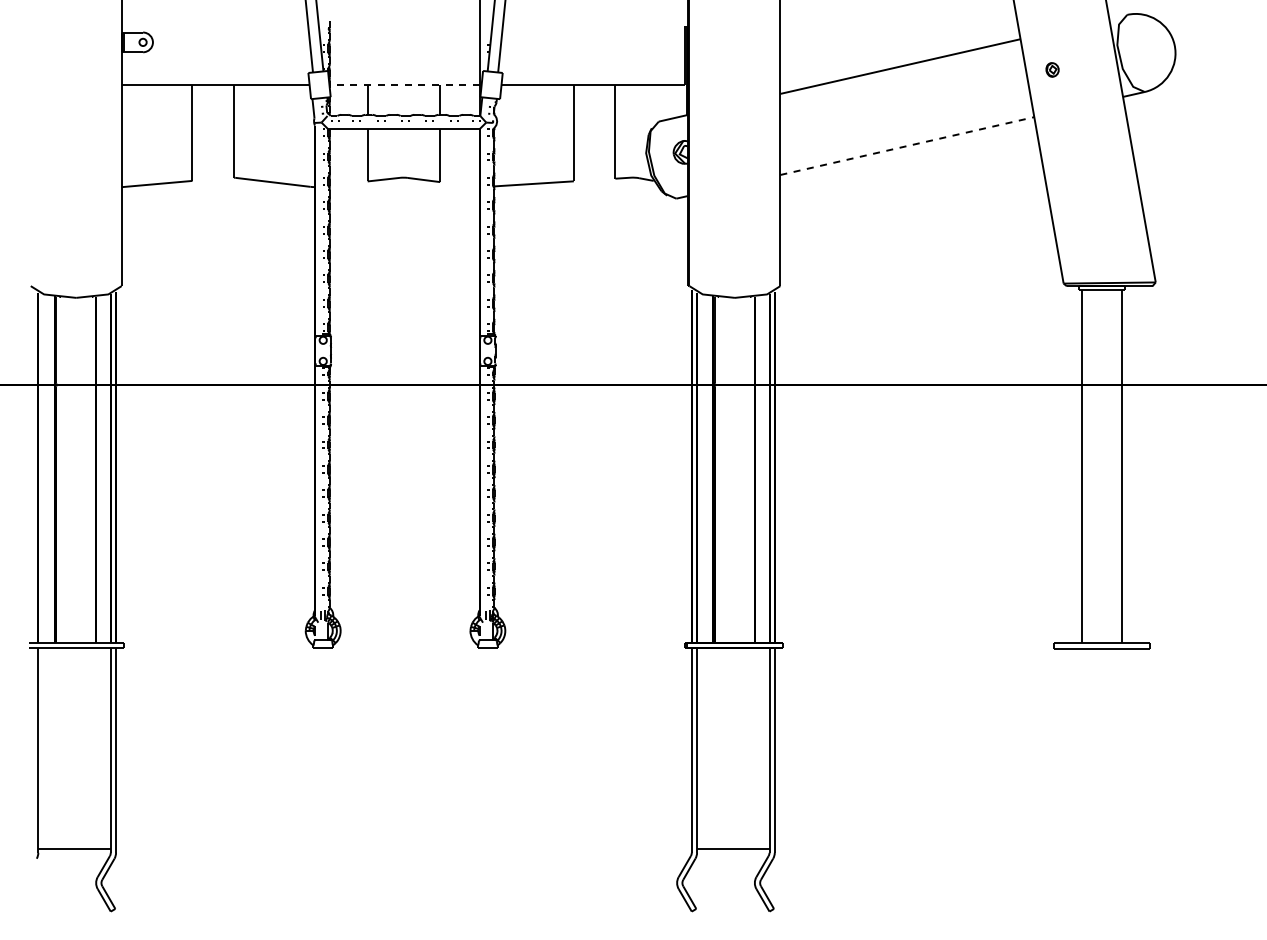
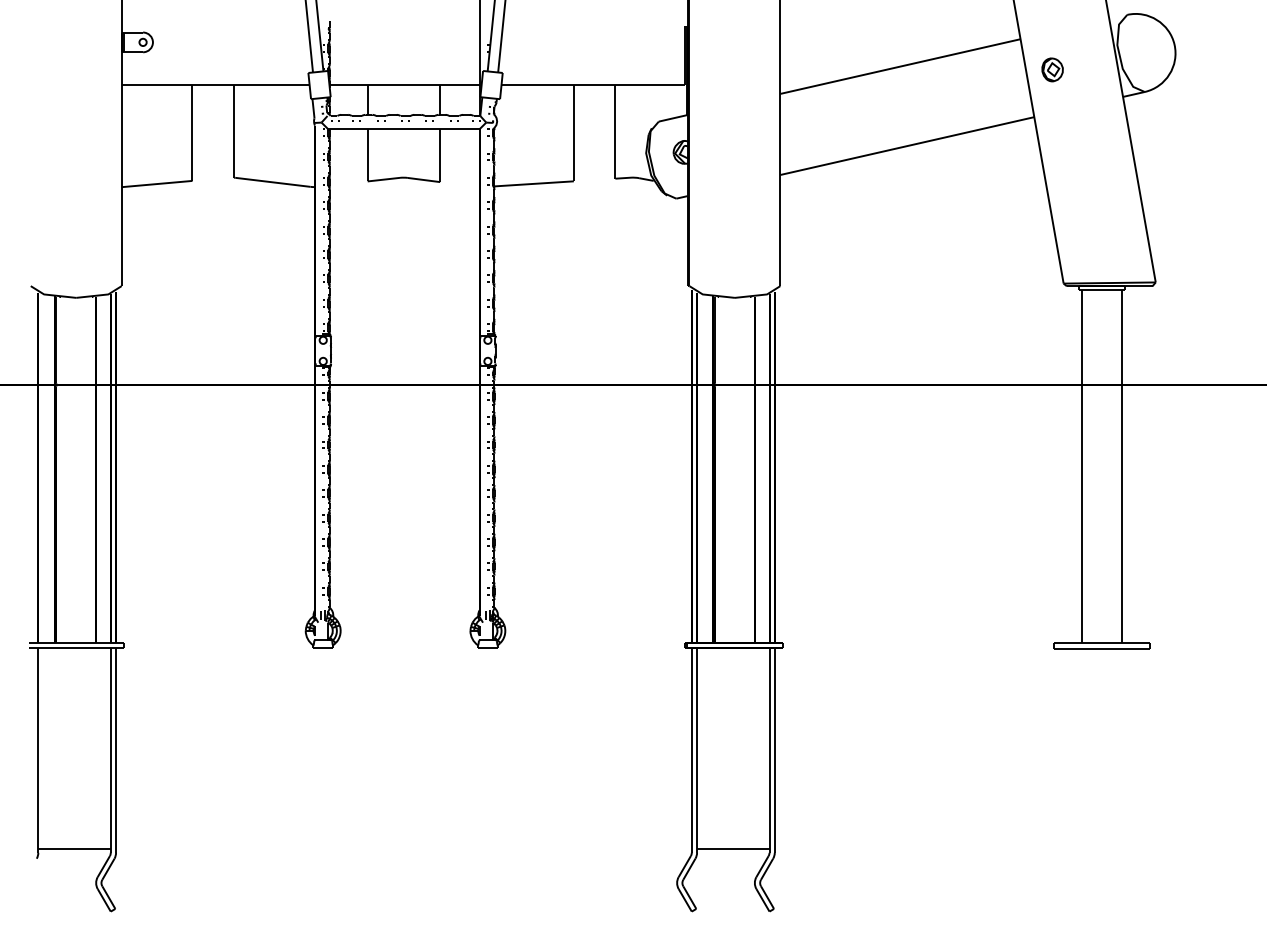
part at (1052, 69) size: 15x16 px -> 23x26 px
line at (404, 85): dashed -> solid
line at (907, 145): dashed -> solid
